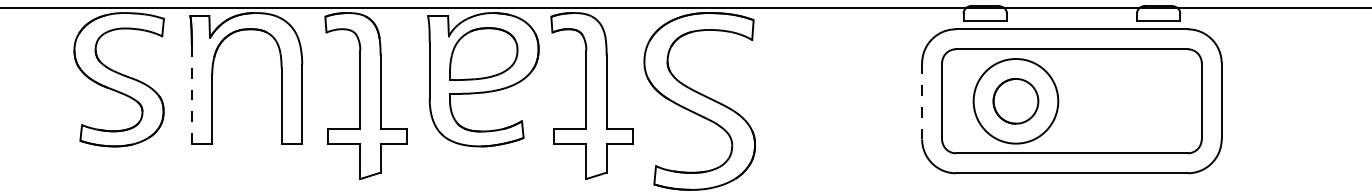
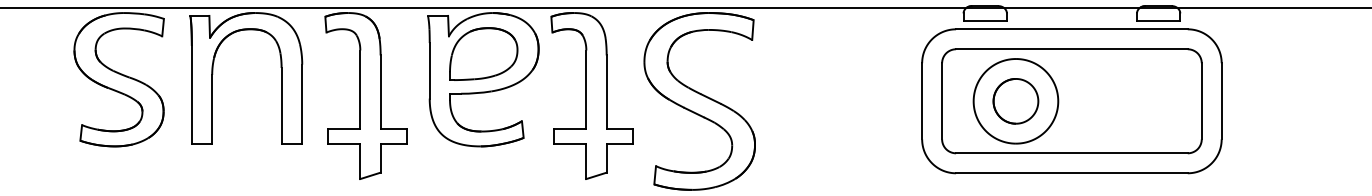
line at (191, 94): dashed -> solid
line at (922, 101): dashed -> solid
